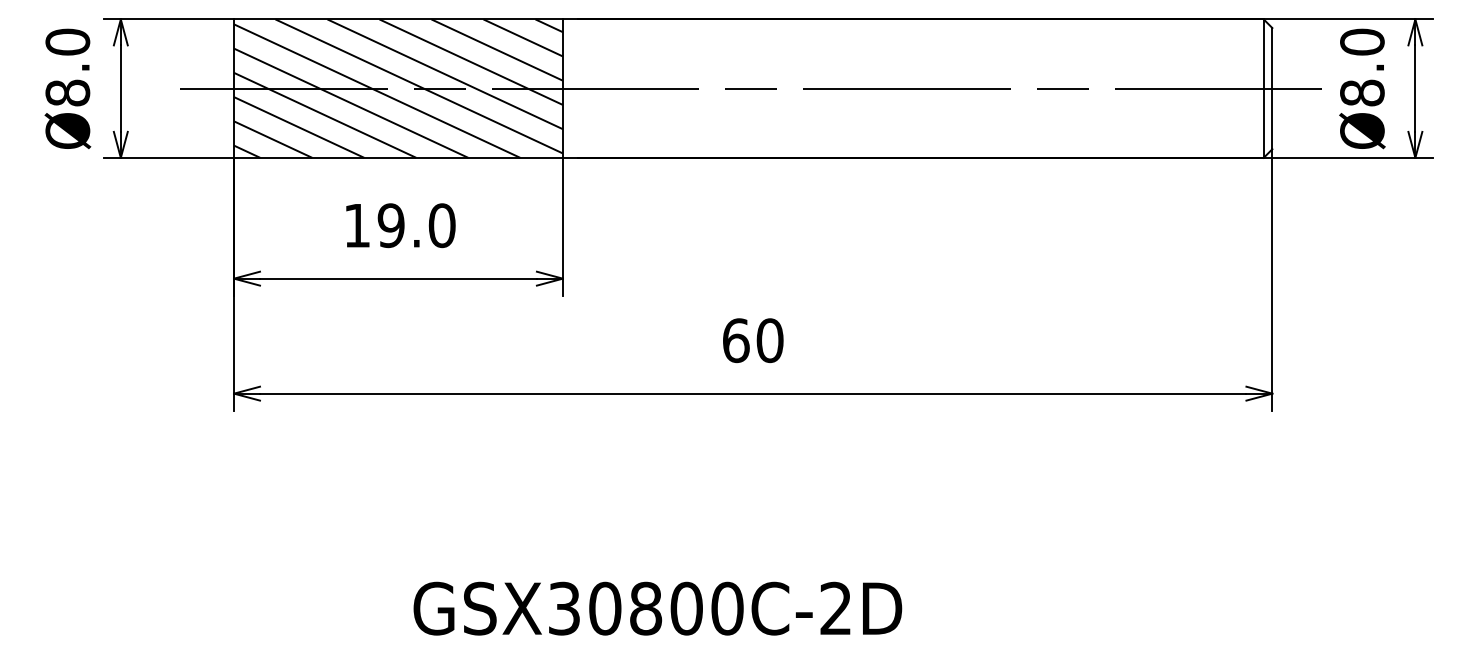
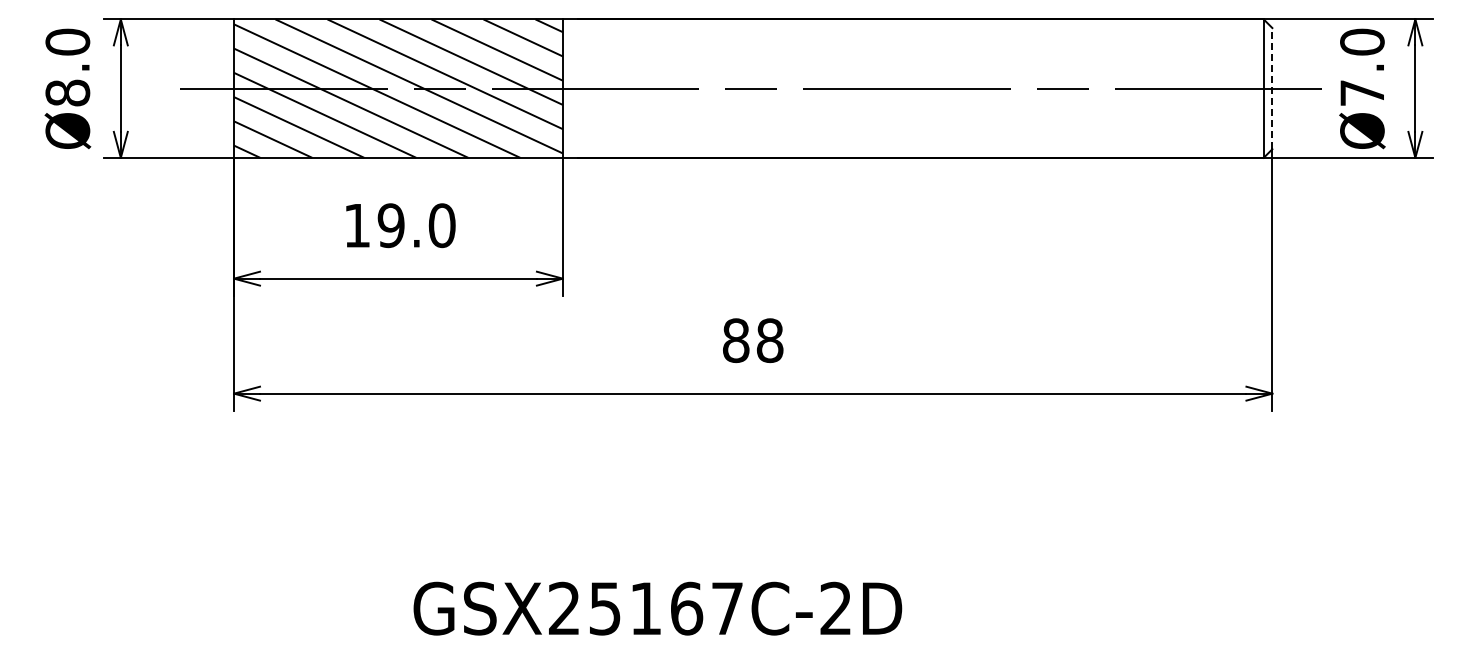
line at (1272, 88): solid -> dashed
text at (1362, 92): Ø8.0 -> Ø7.0
text at (753, 340): 60 -> 88
text at (646, 608): GSX30800C-2D -> GSX25167C-2D
